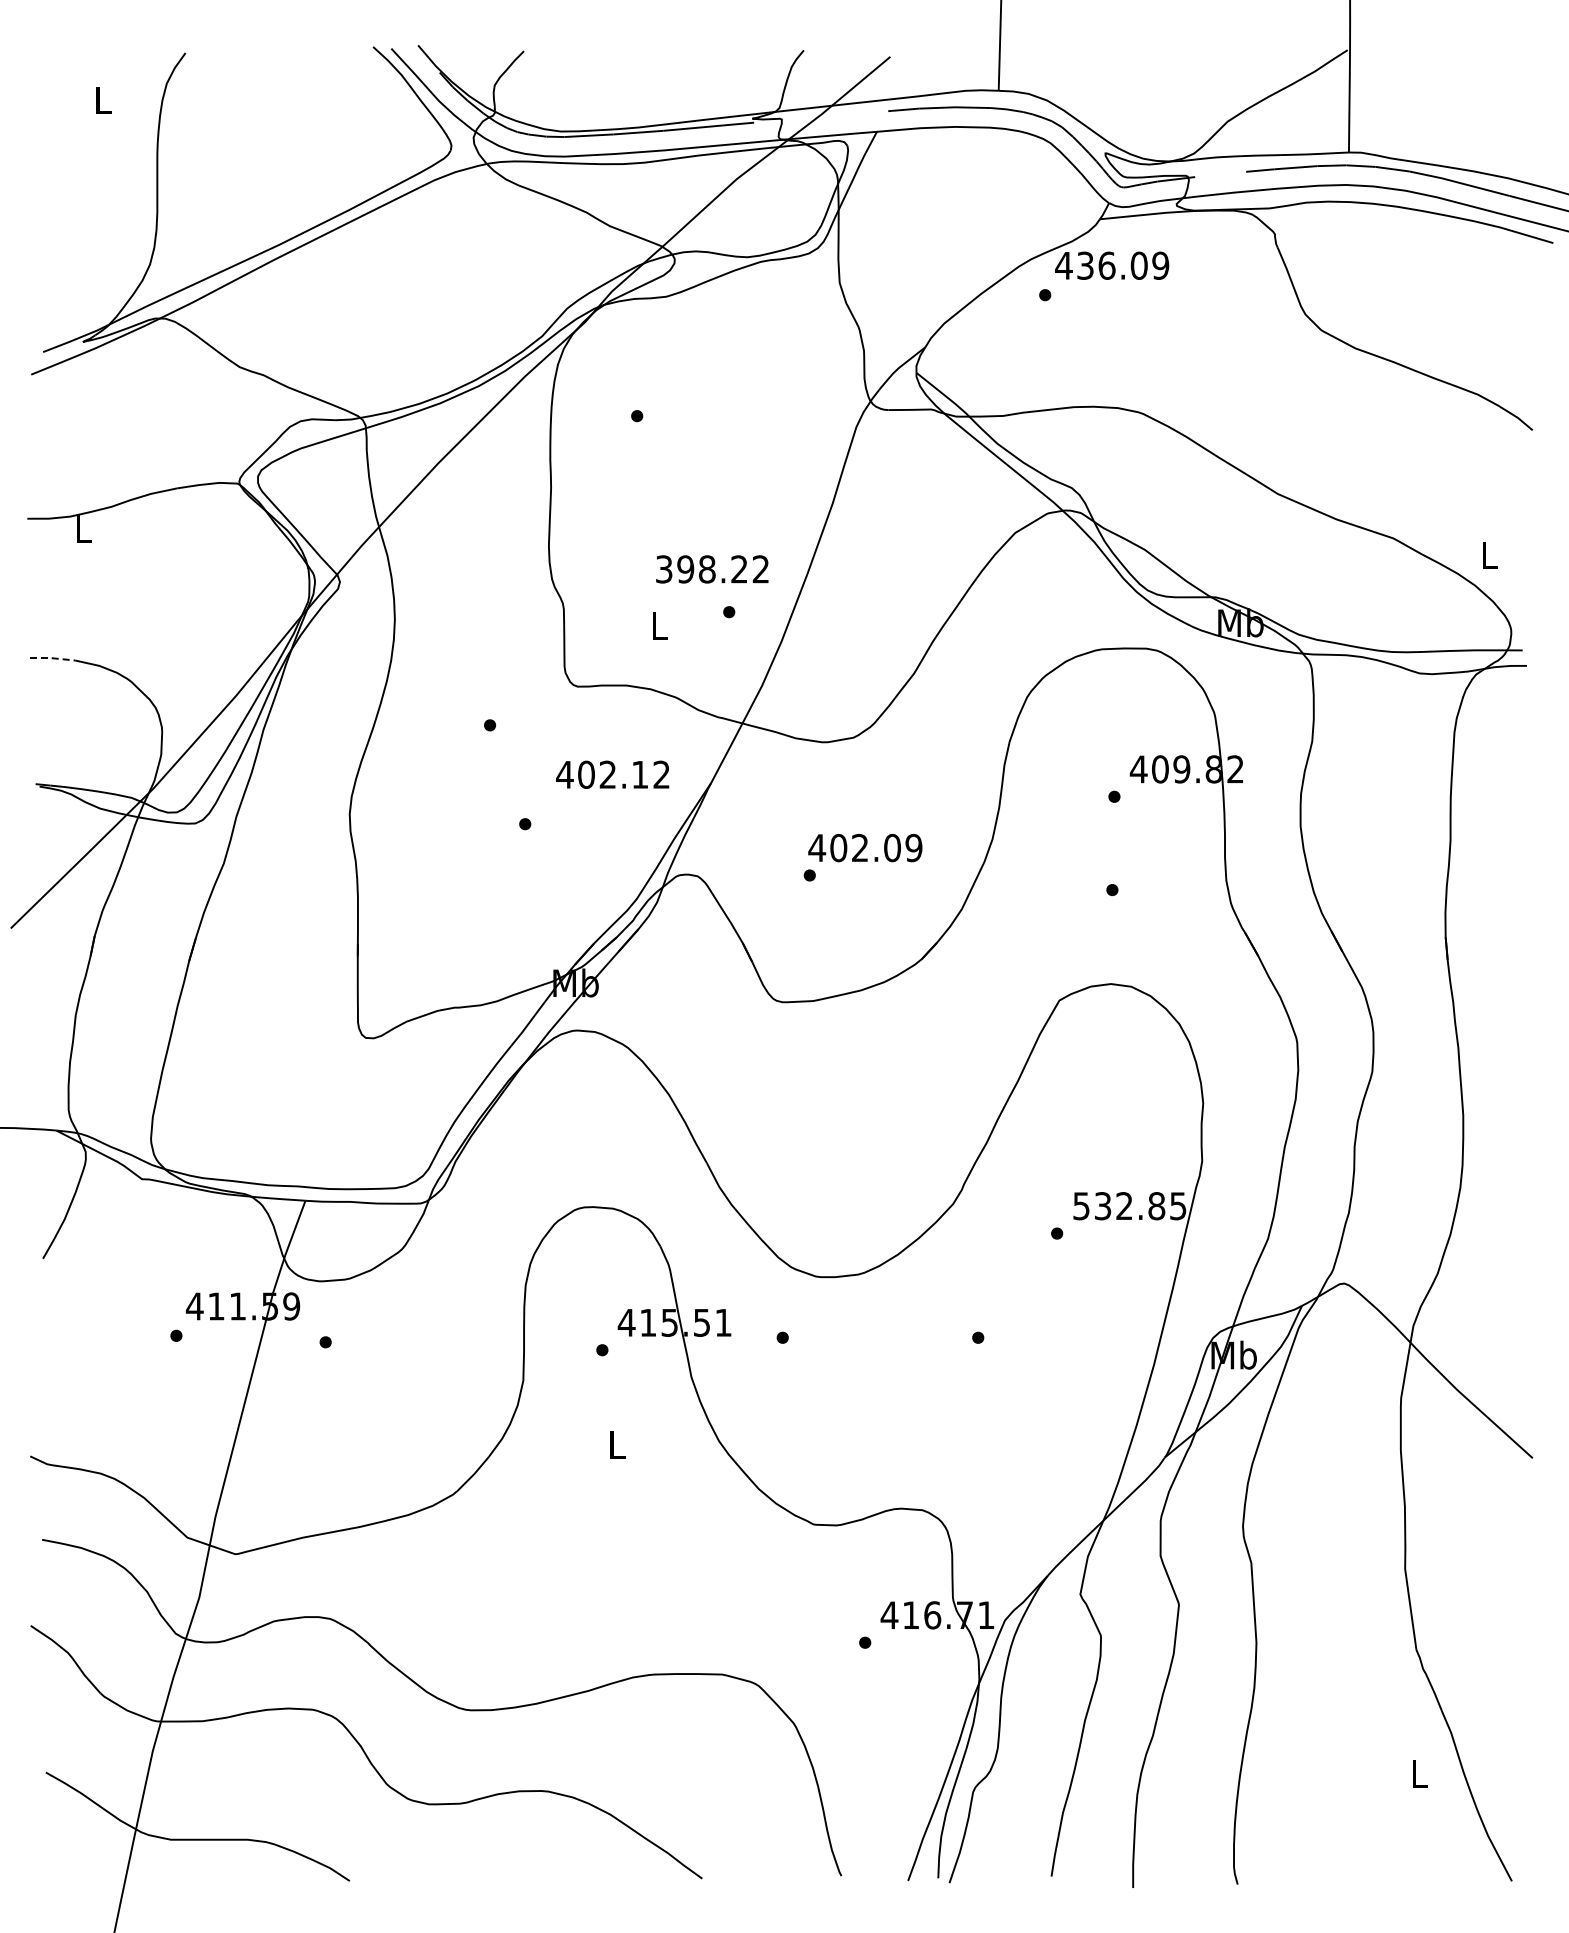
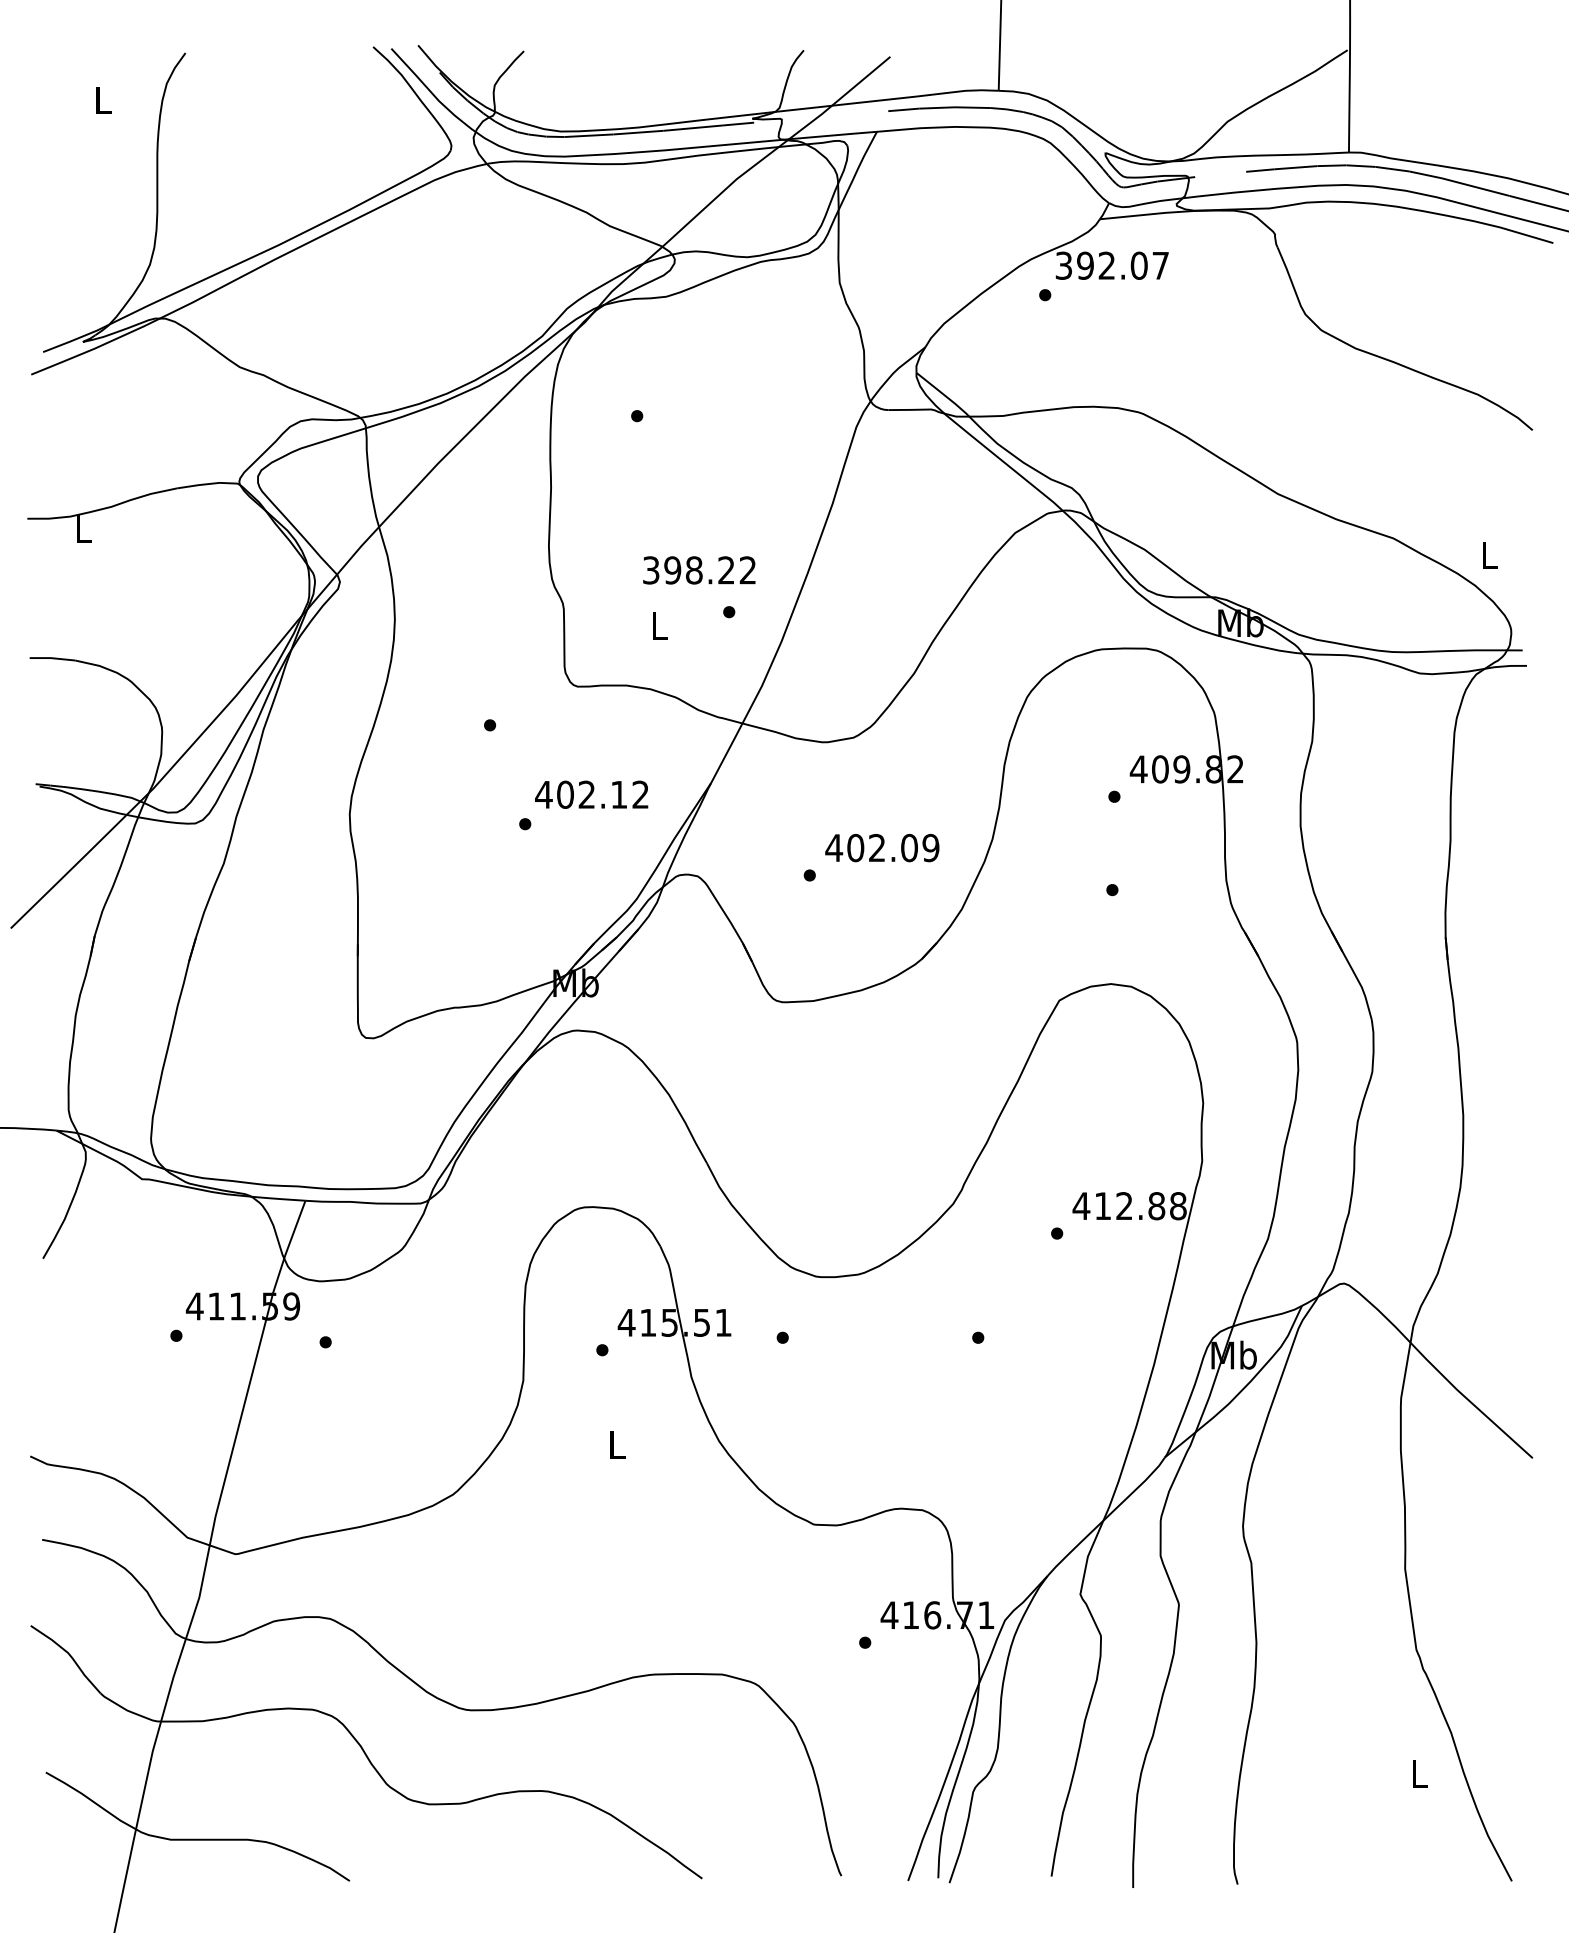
text at (1112, 265): 436.09 -> 392.07
text at (712, 569) position: (712, 569) -> (699, 570)
line at (51, 658): dashed -> solid
text at (612, 774) position: (612, 774) -> (591, 794)
text at (865, 848) position: (865, 848) -> (882, 848)
text at (1129, 1206): 532.85 -> 412.88
